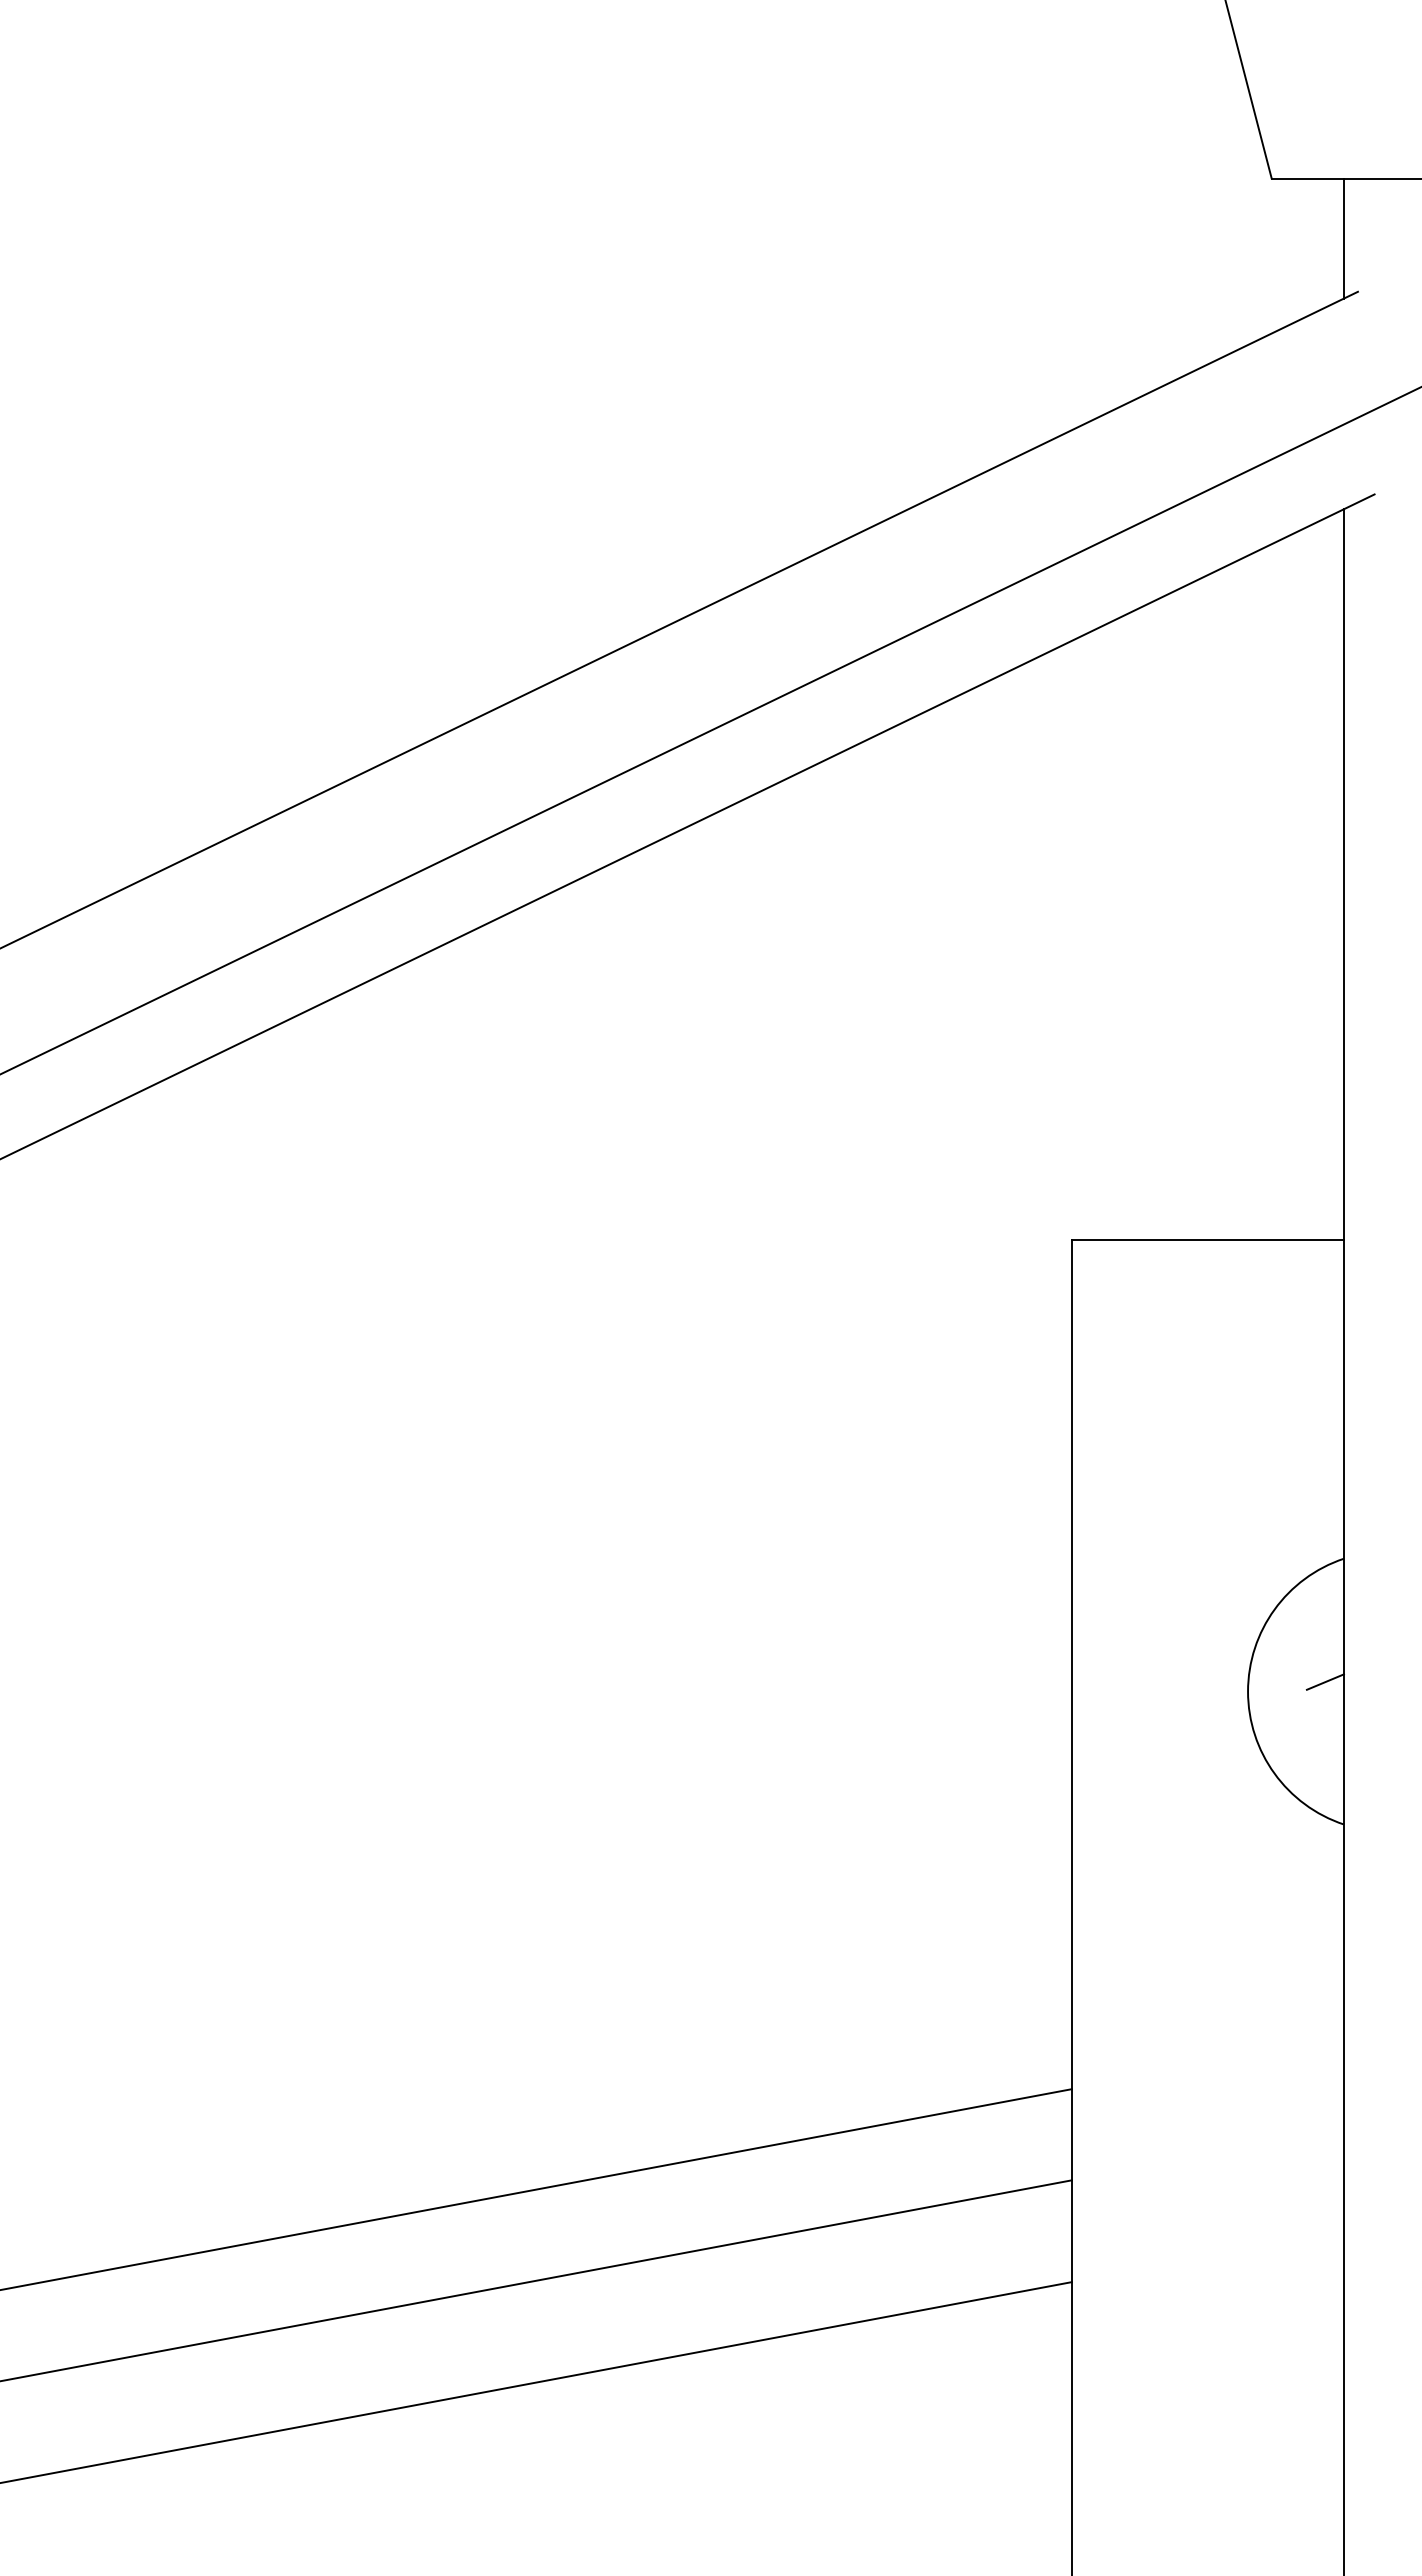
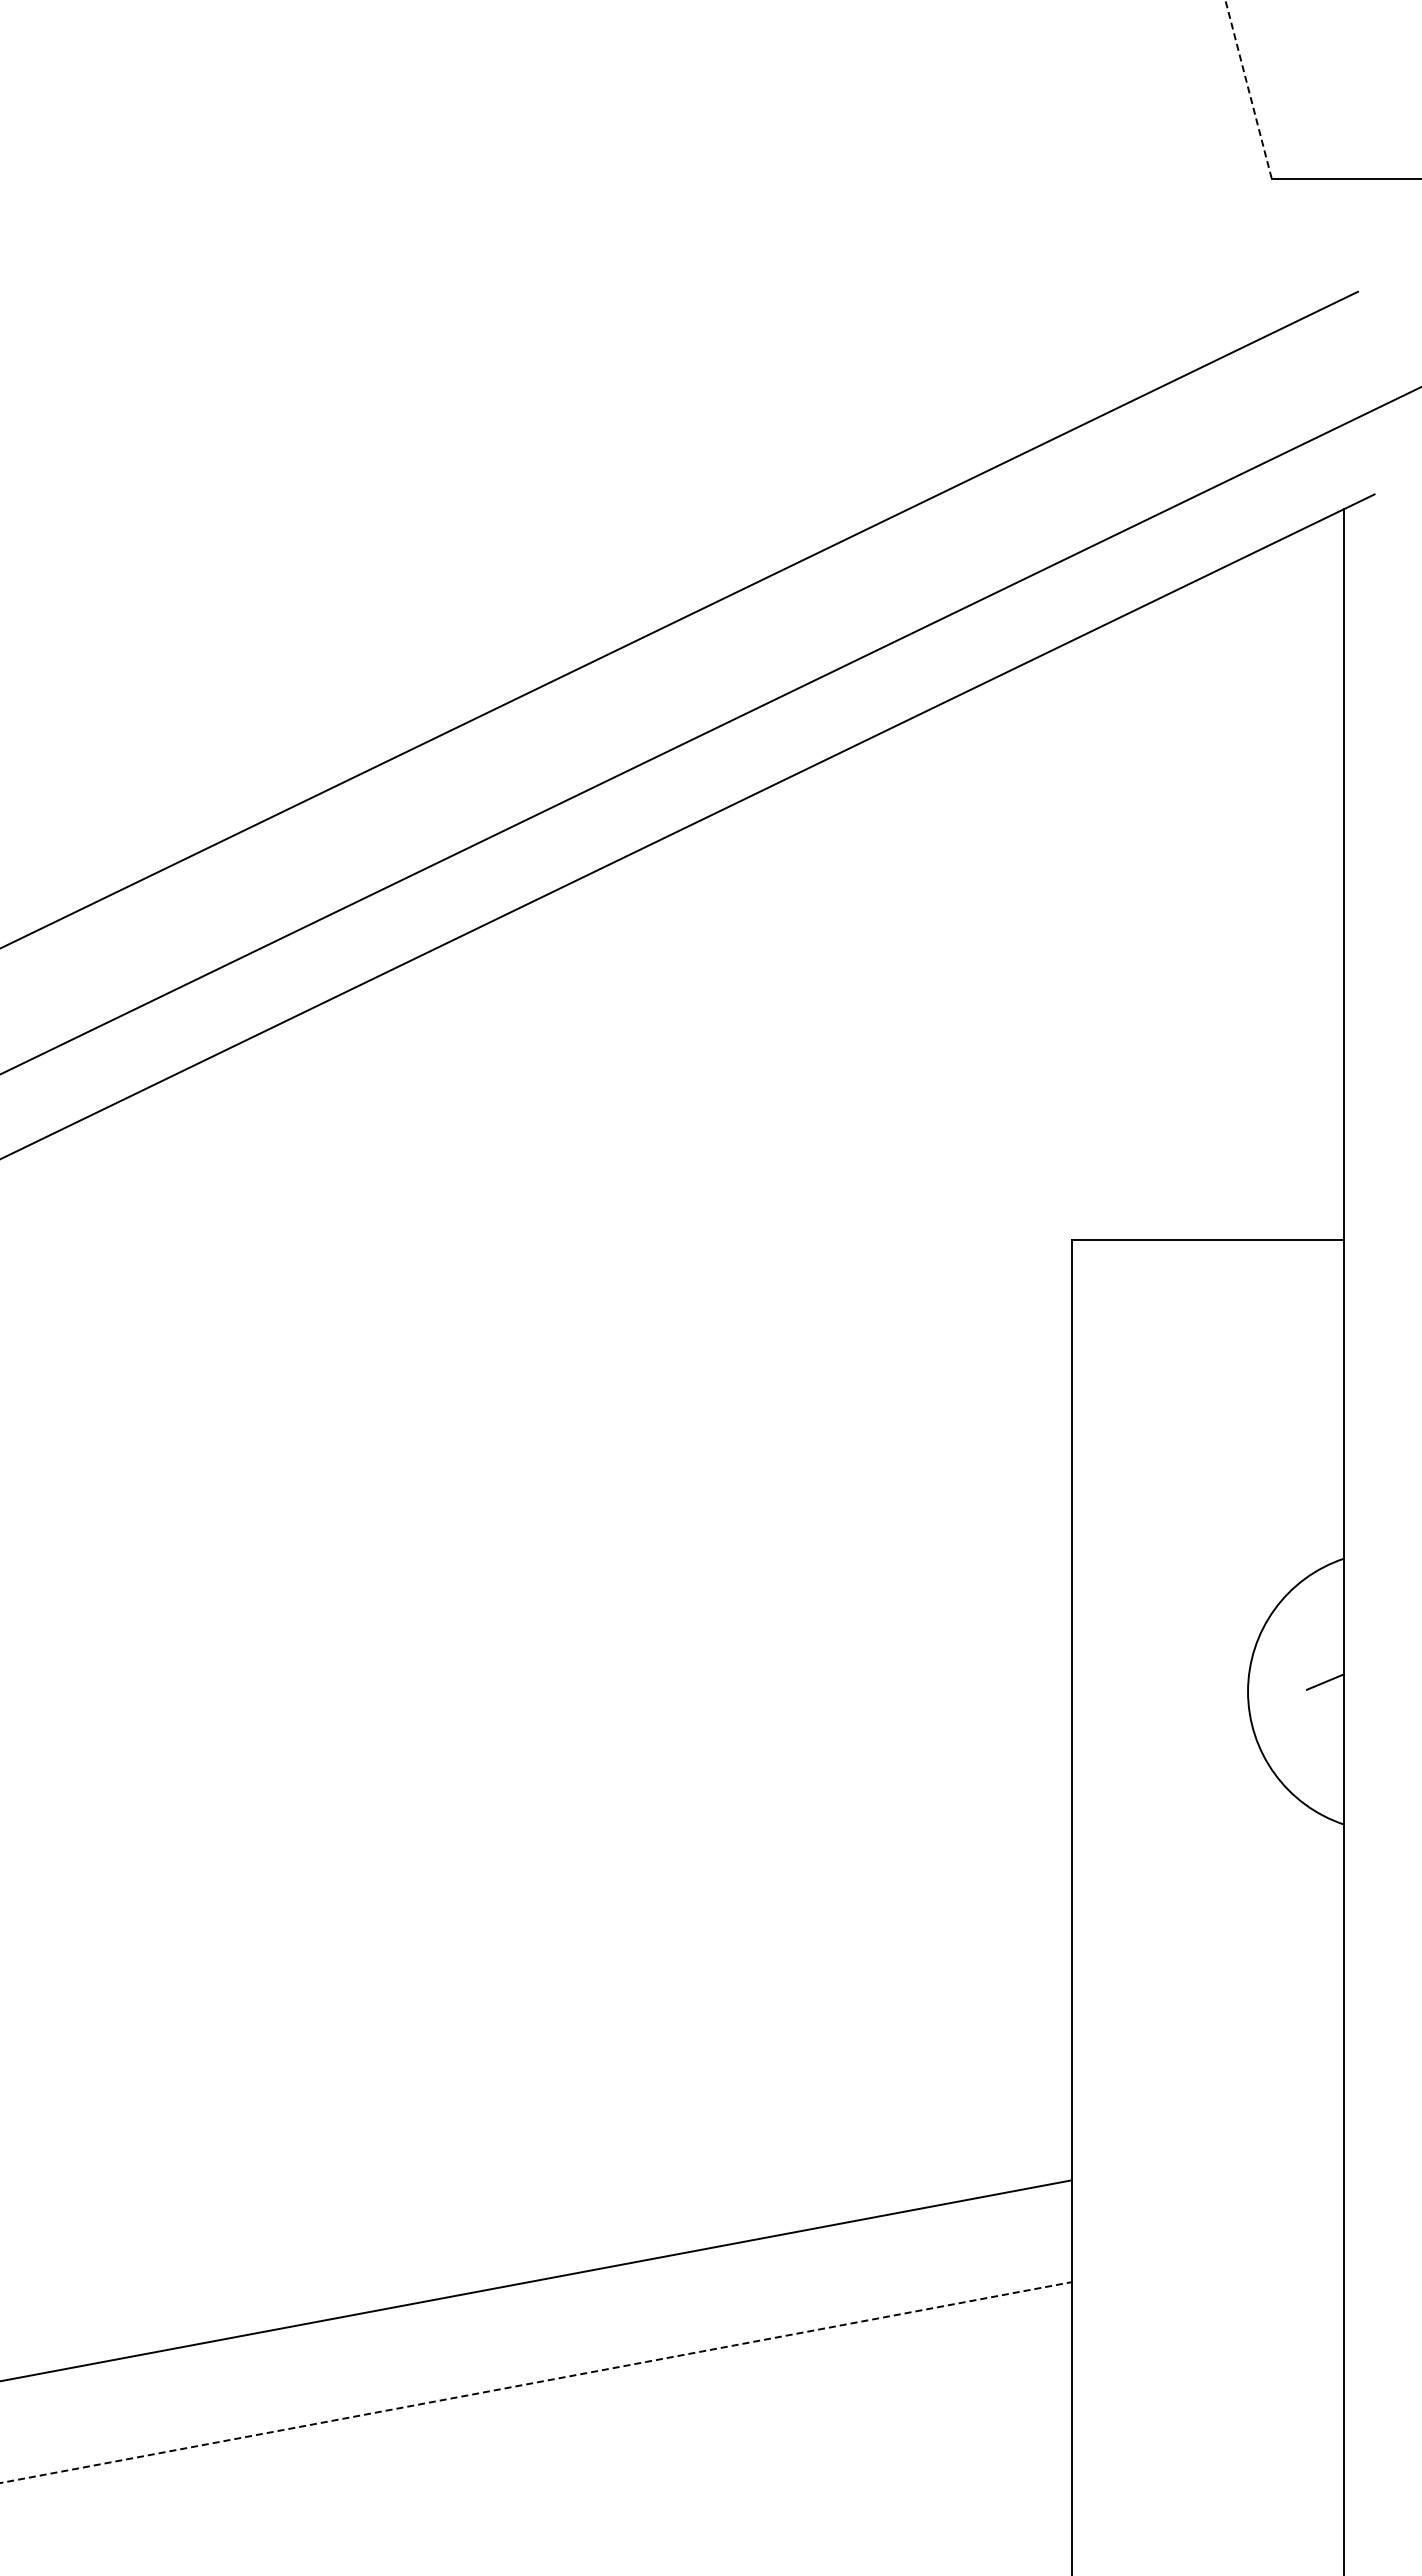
line at (1248, 89): solid -> dashed
line at (1343, 238): present -> none
line at (536, 2189): present -> none
line at (536, 2382): solid -> dashed
